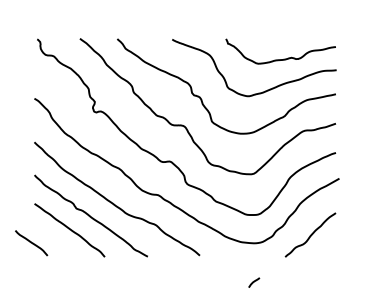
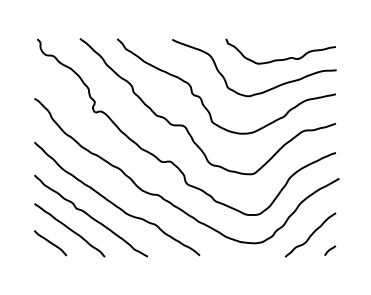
curve at (31, 243) position: (31, 243) -> (50, 243)
curve at (254, 282) position: (254, 282) -> (330, 250)
